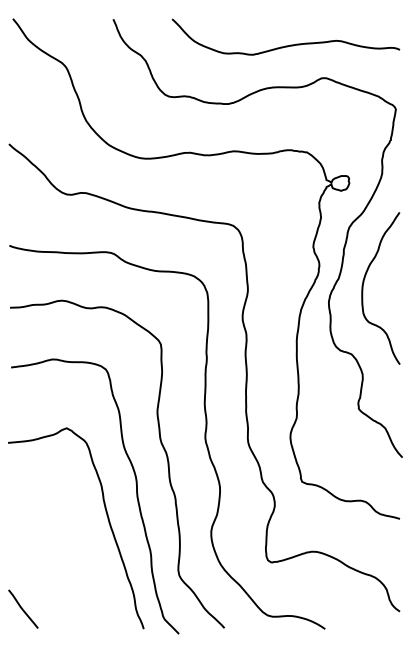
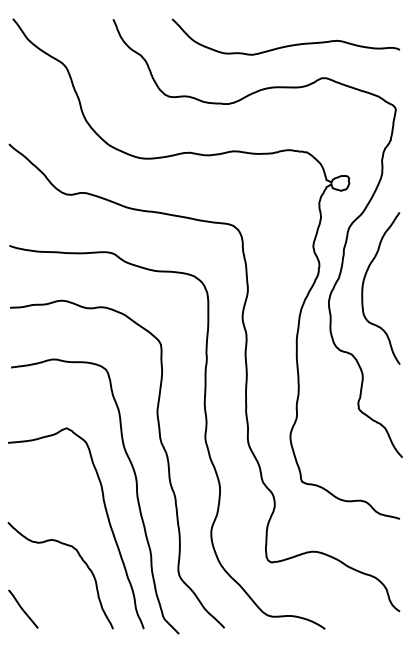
curve at (82, 561): none -> present
